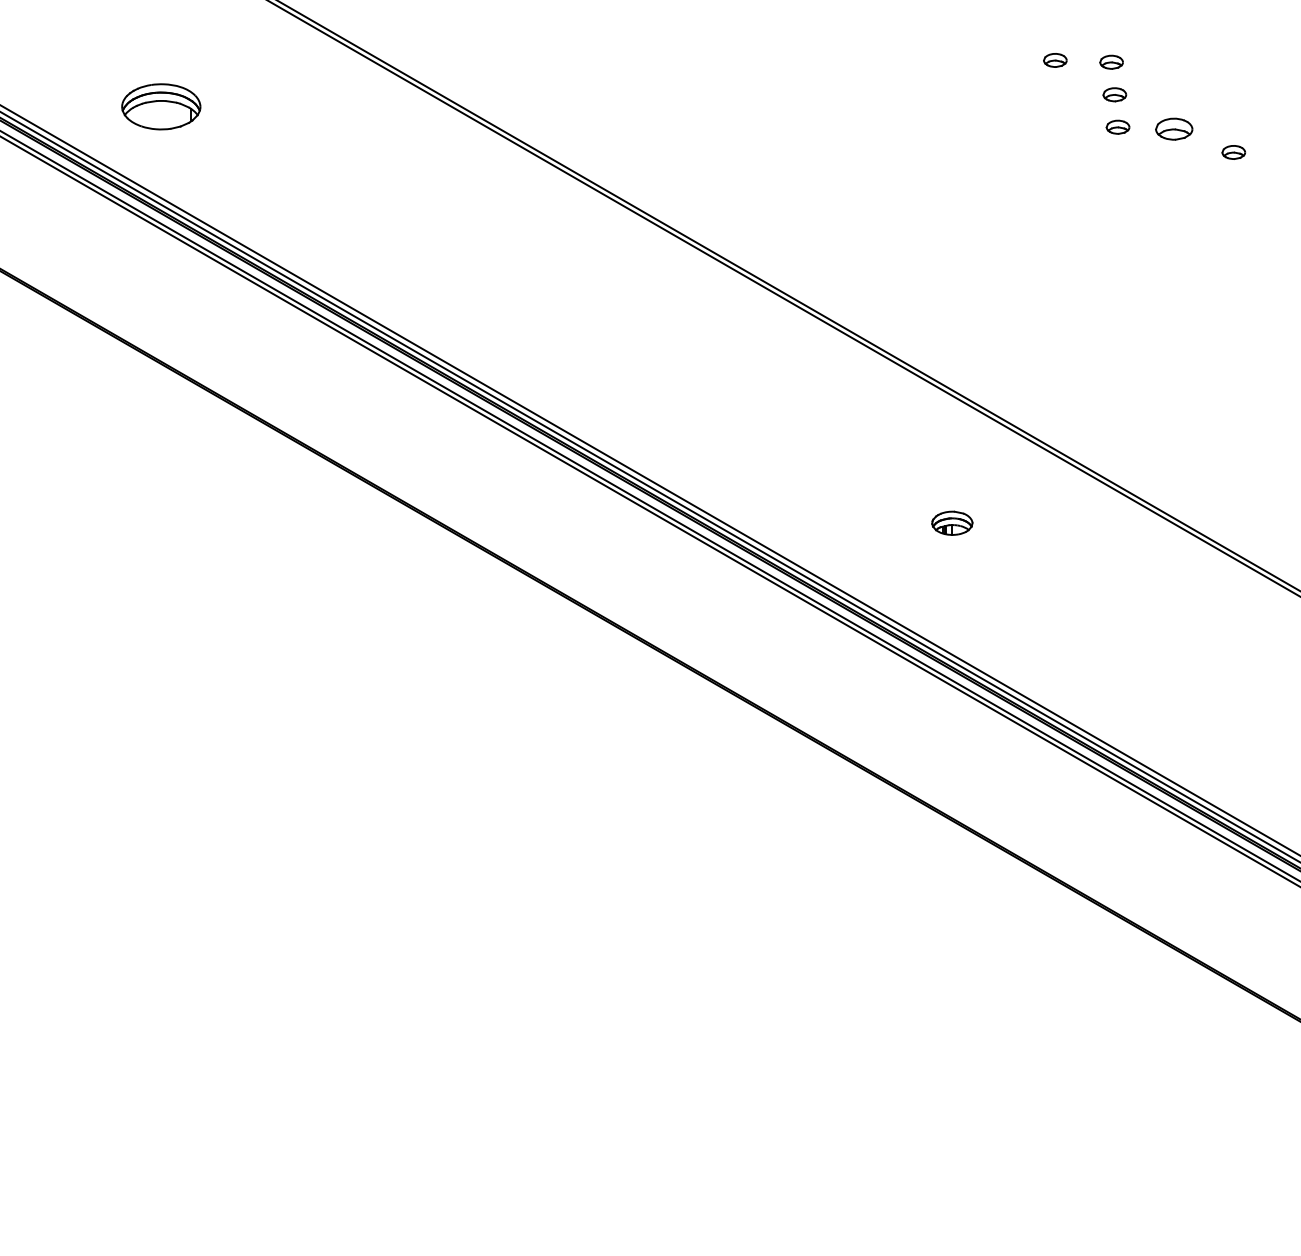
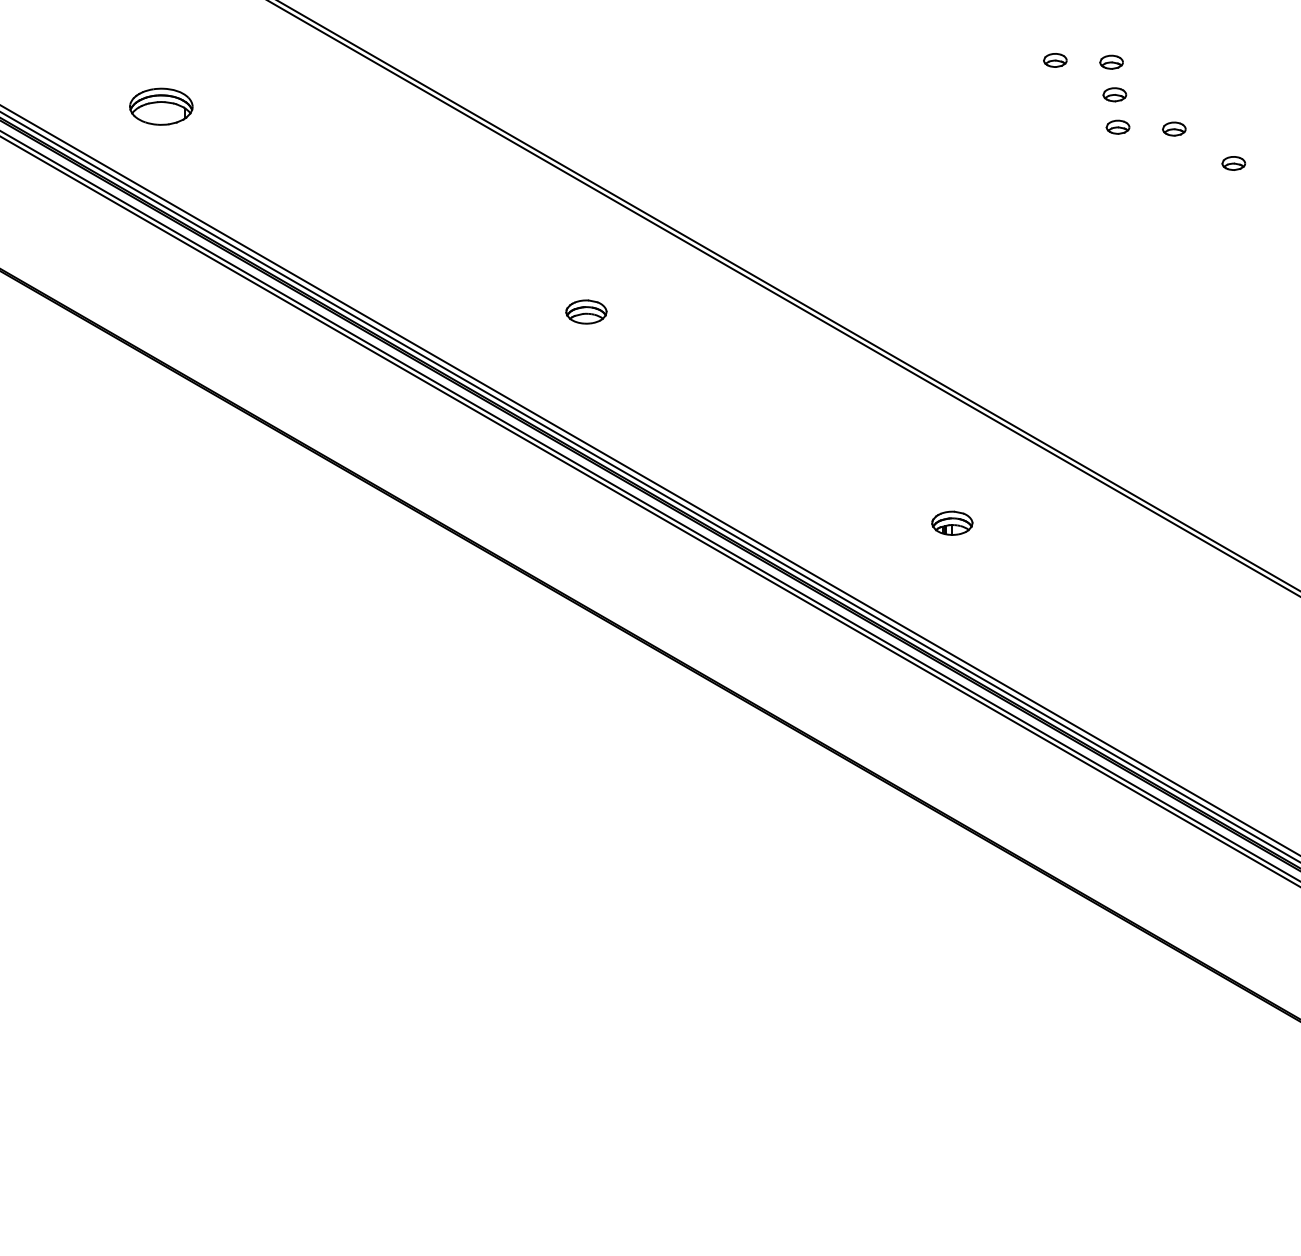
part at (161, 106) size: 81x48 px -> 65x39 px
part at (1174, 128) size: 39x24 px -> 25x16 px
part at (1233, 152) position: (1233, 152) -> (1233, 163)
part at (586, 311): none -> present
